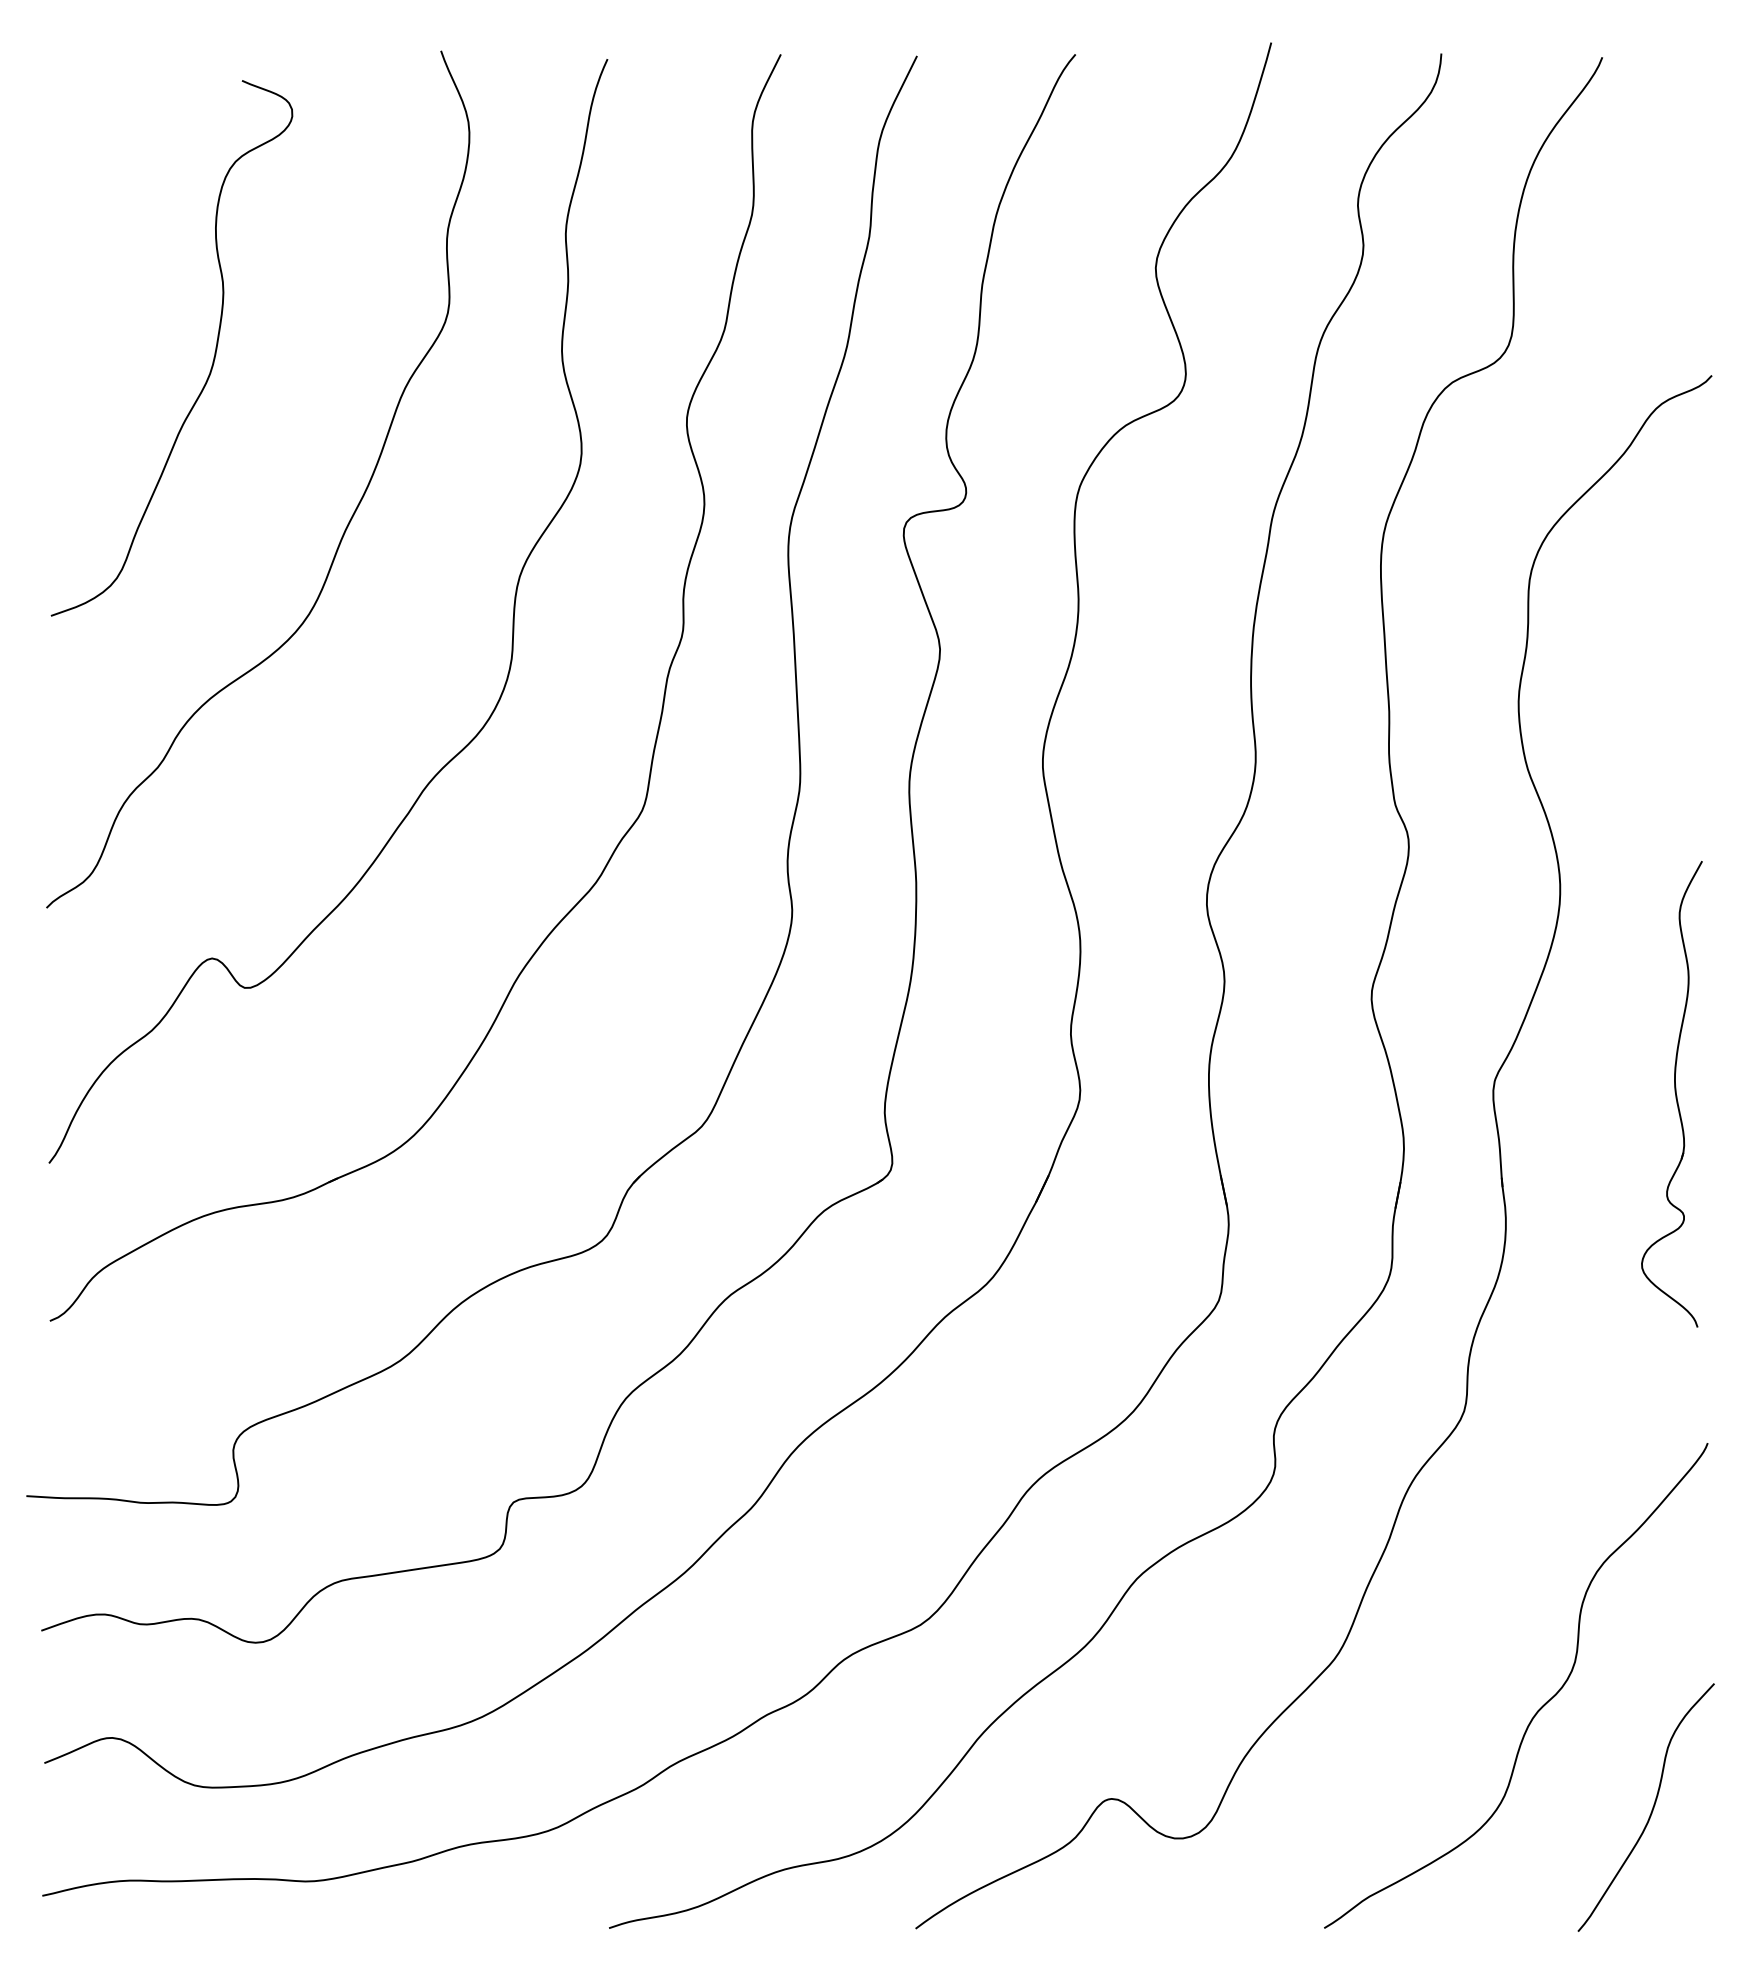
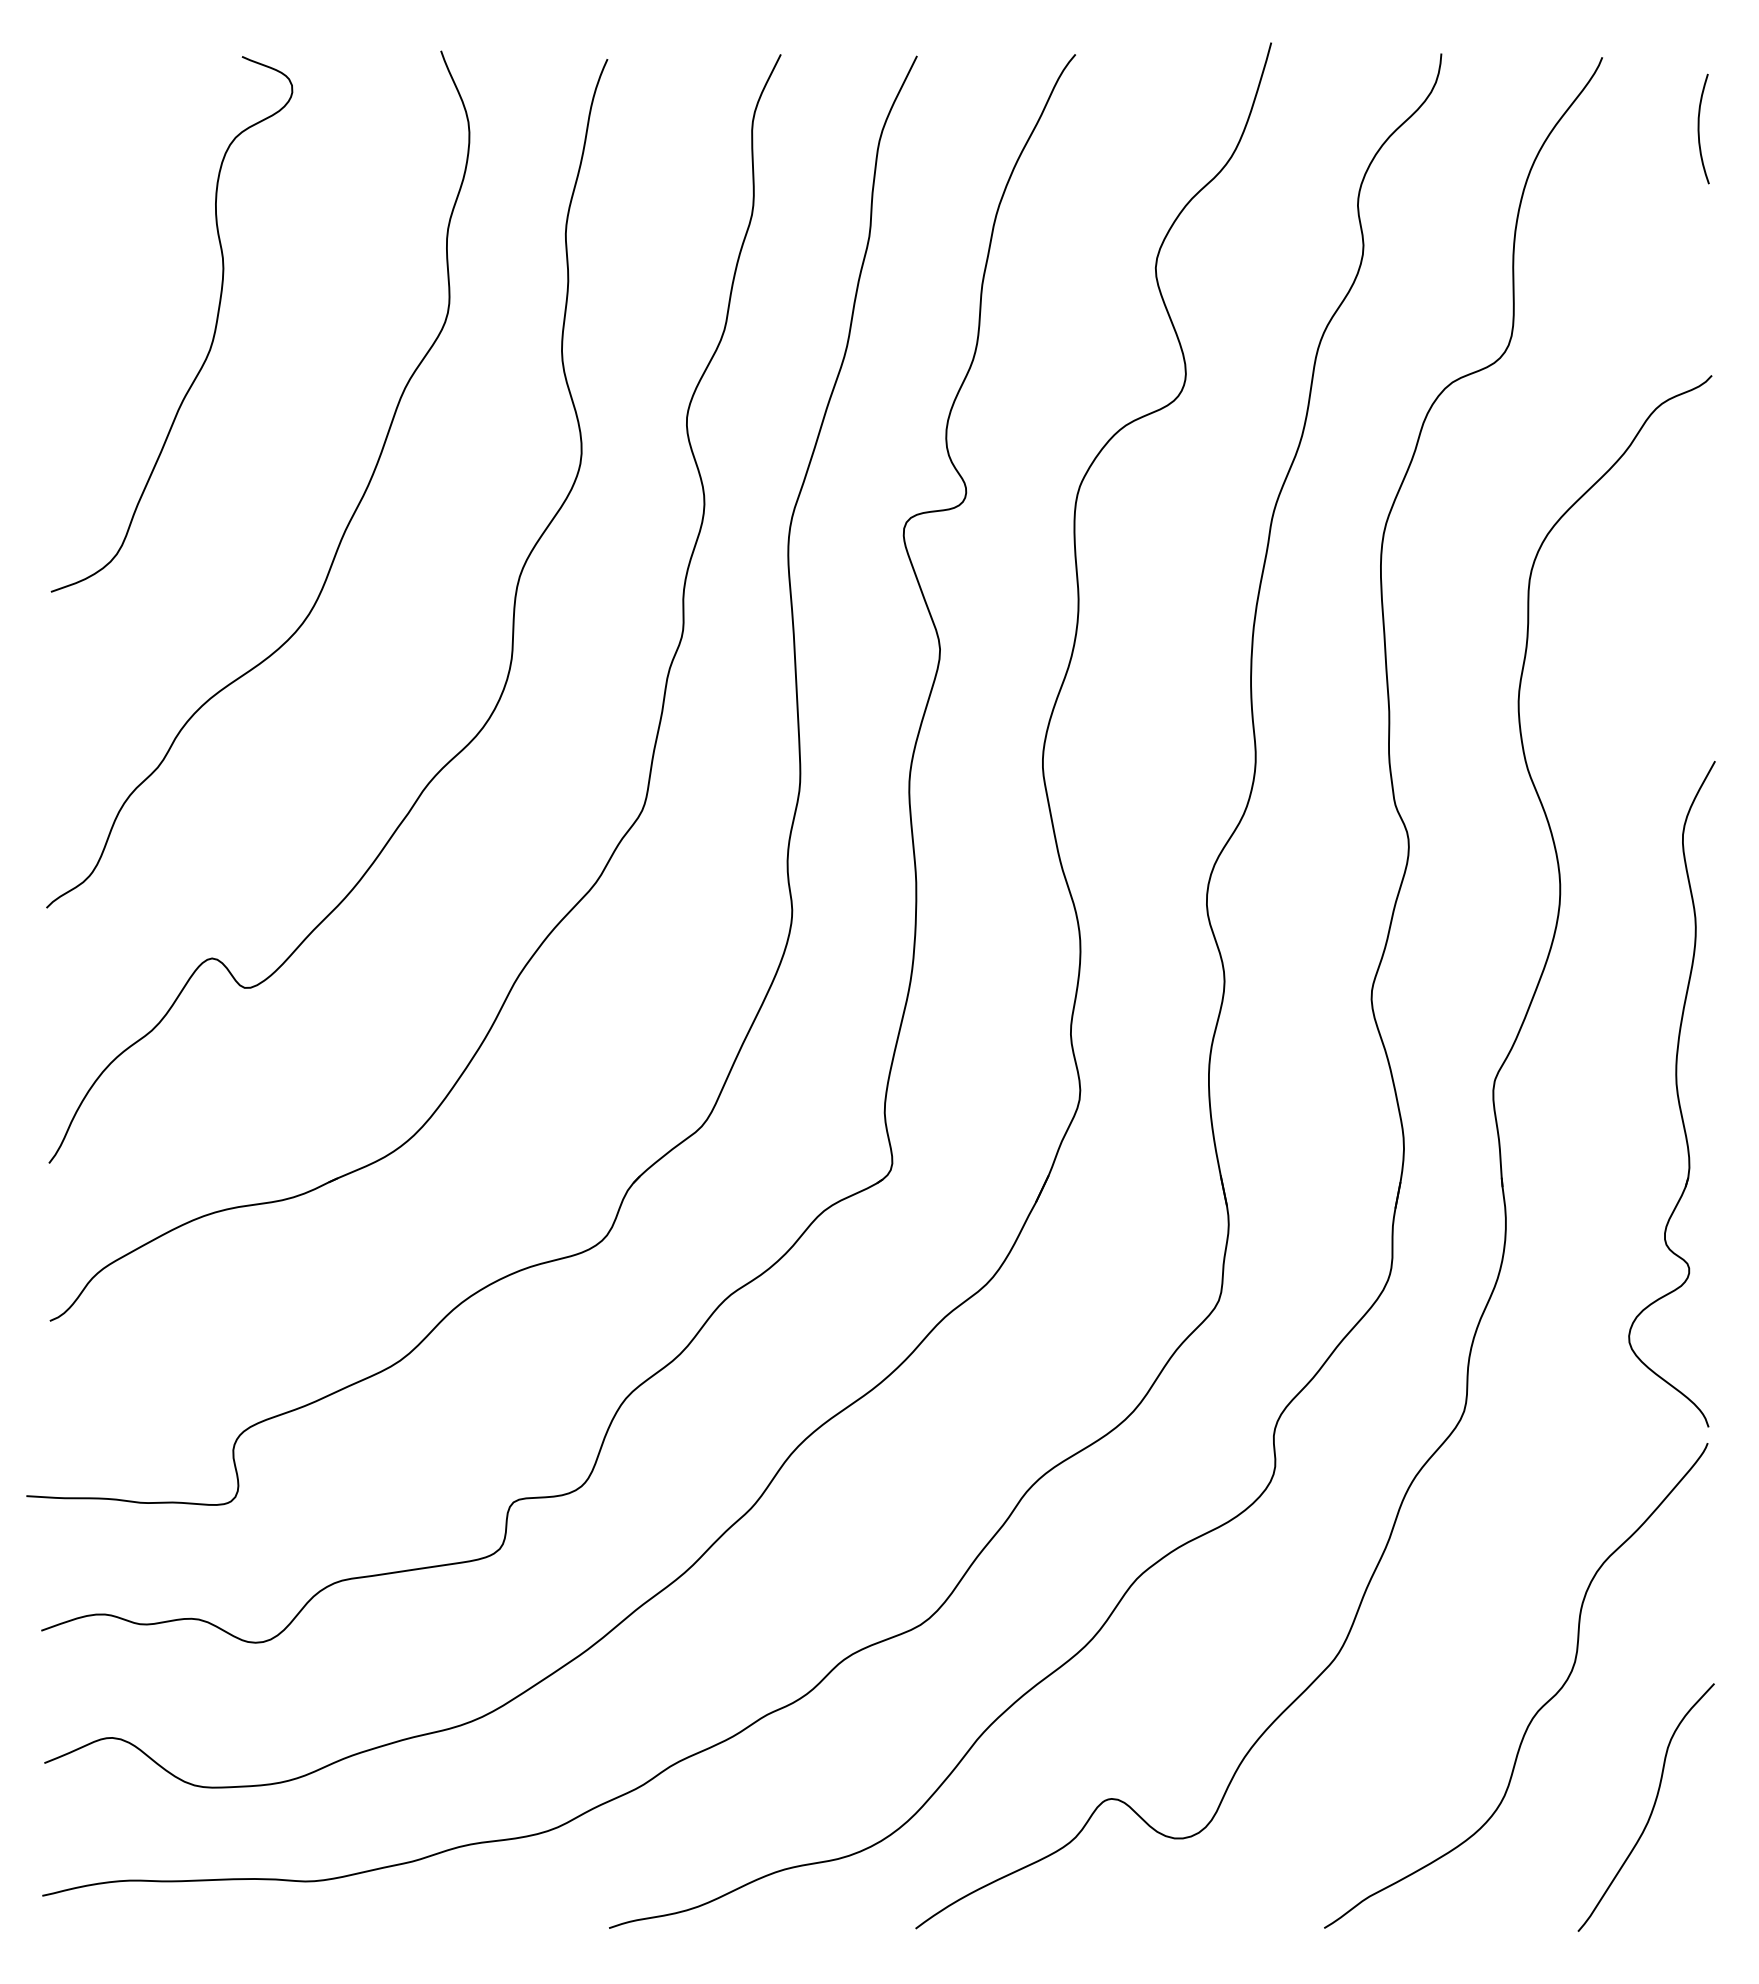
curve at (1699, 128): none -> present
curve at (213, 357) position: (213, 357) -> (213, 333)
part at (1671, 1094) size: 62x467 px -> 88x667 px
